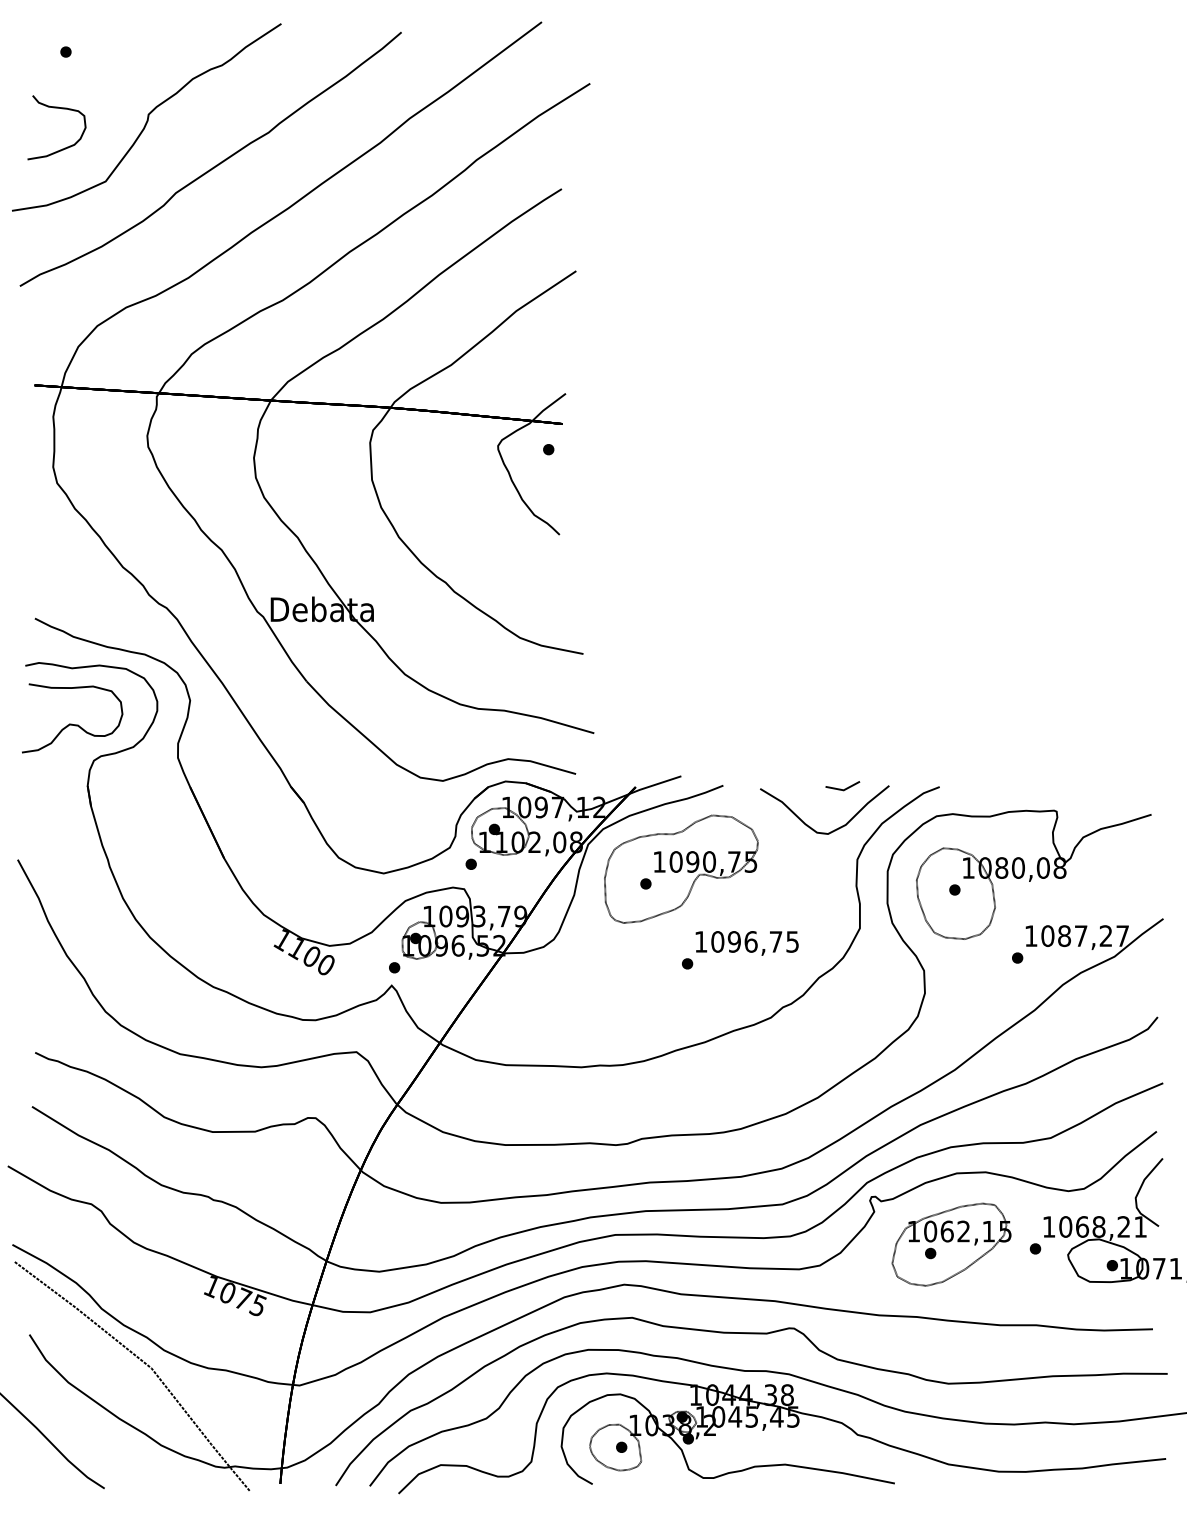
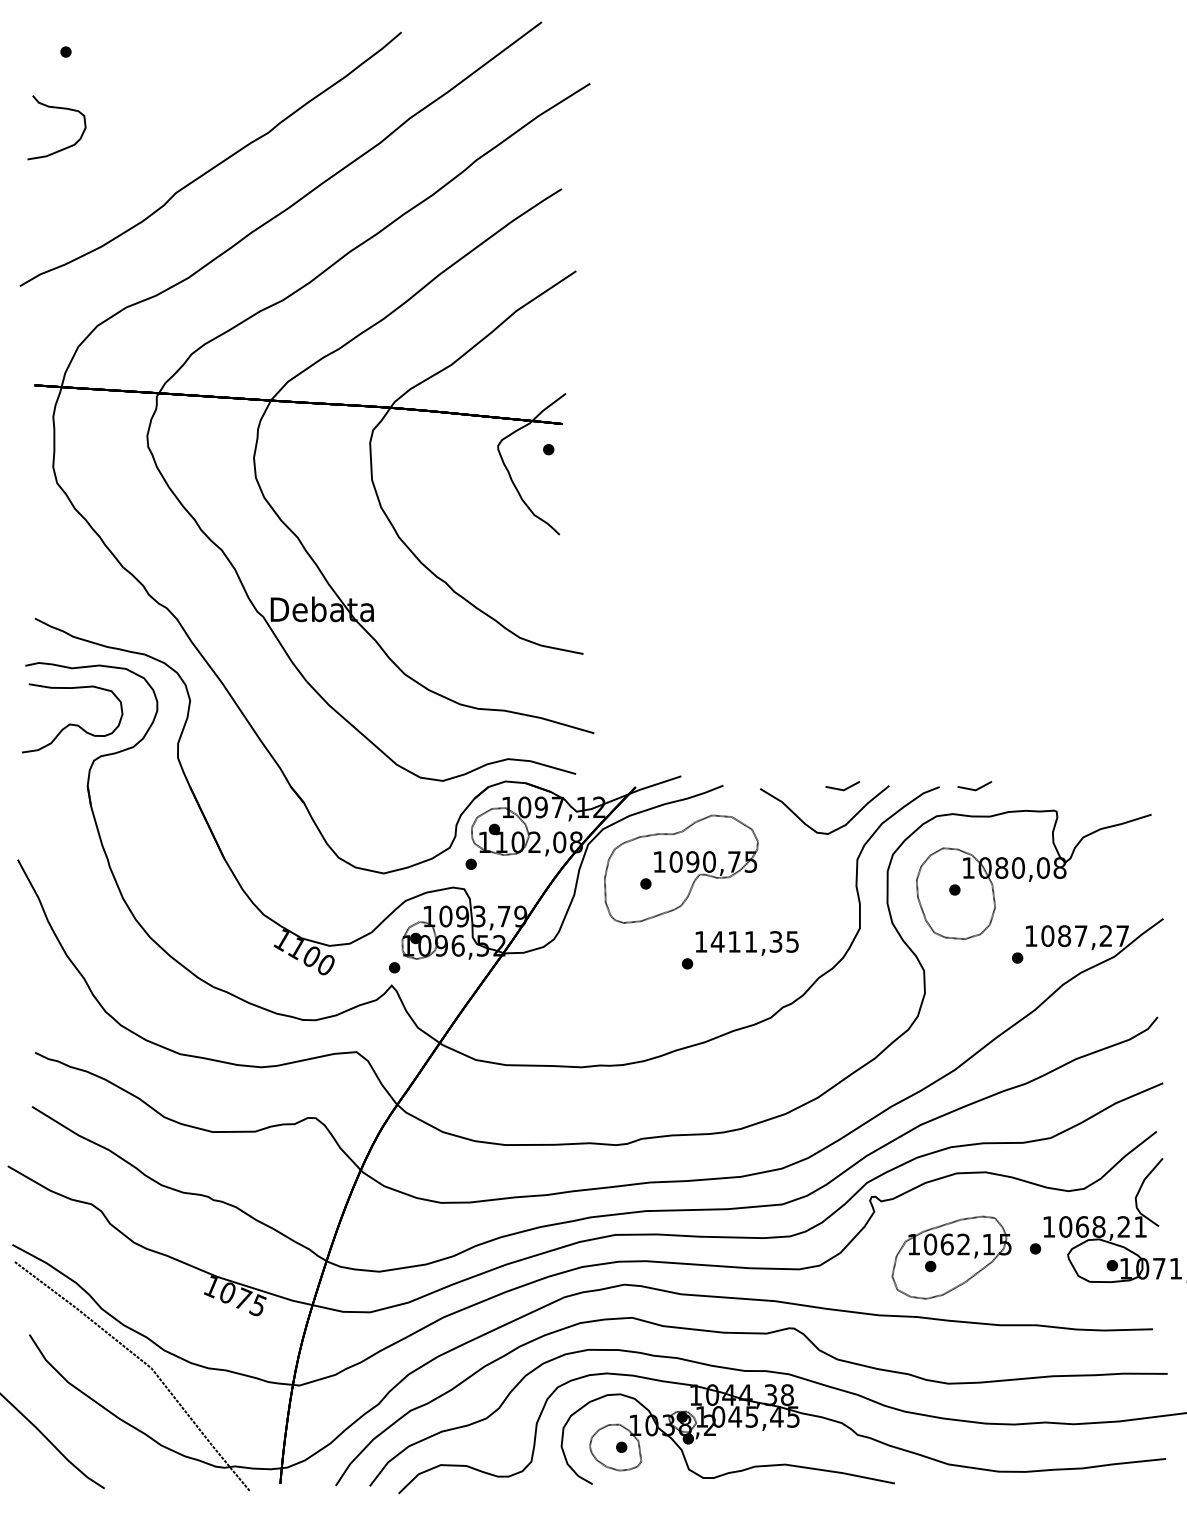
curve at (147, 117): present -> none
line at (972, 788): none -> present
text at (746, 941): 1096,75 -> 1411,35
part at (951, 1244) position: (951, 1244) -> (951, 1257)
